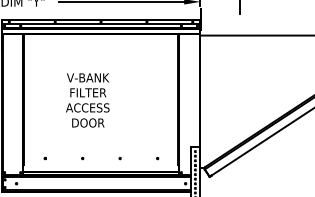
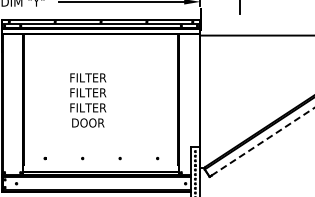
text at (88, 77): V-BANK -> FILTER
text at (87, 107): ACCESS -> FILTER
line at (263, 141): solid -> dashed
